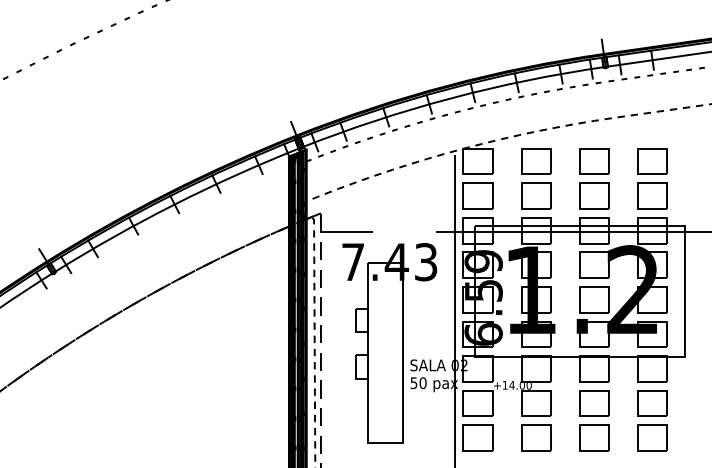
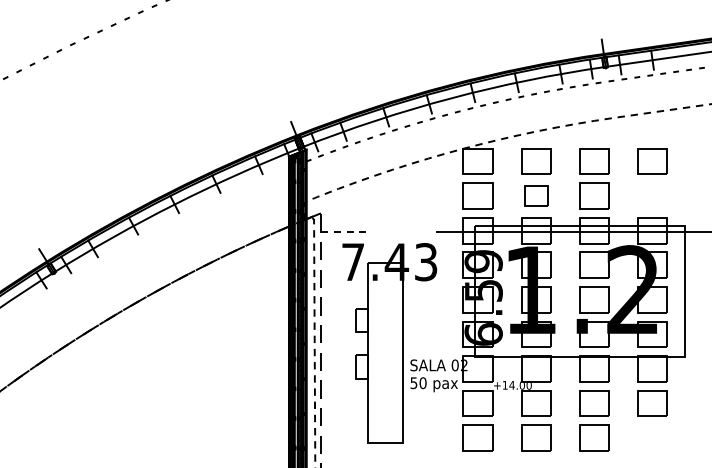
part at (536, 195) size: 31x28 px -> 25x22 px
part at (652, 195): present -> none
line at (346, 231): solid -> dashed
line at (455, 309): present -> none
part at (652, 437): present -> none
